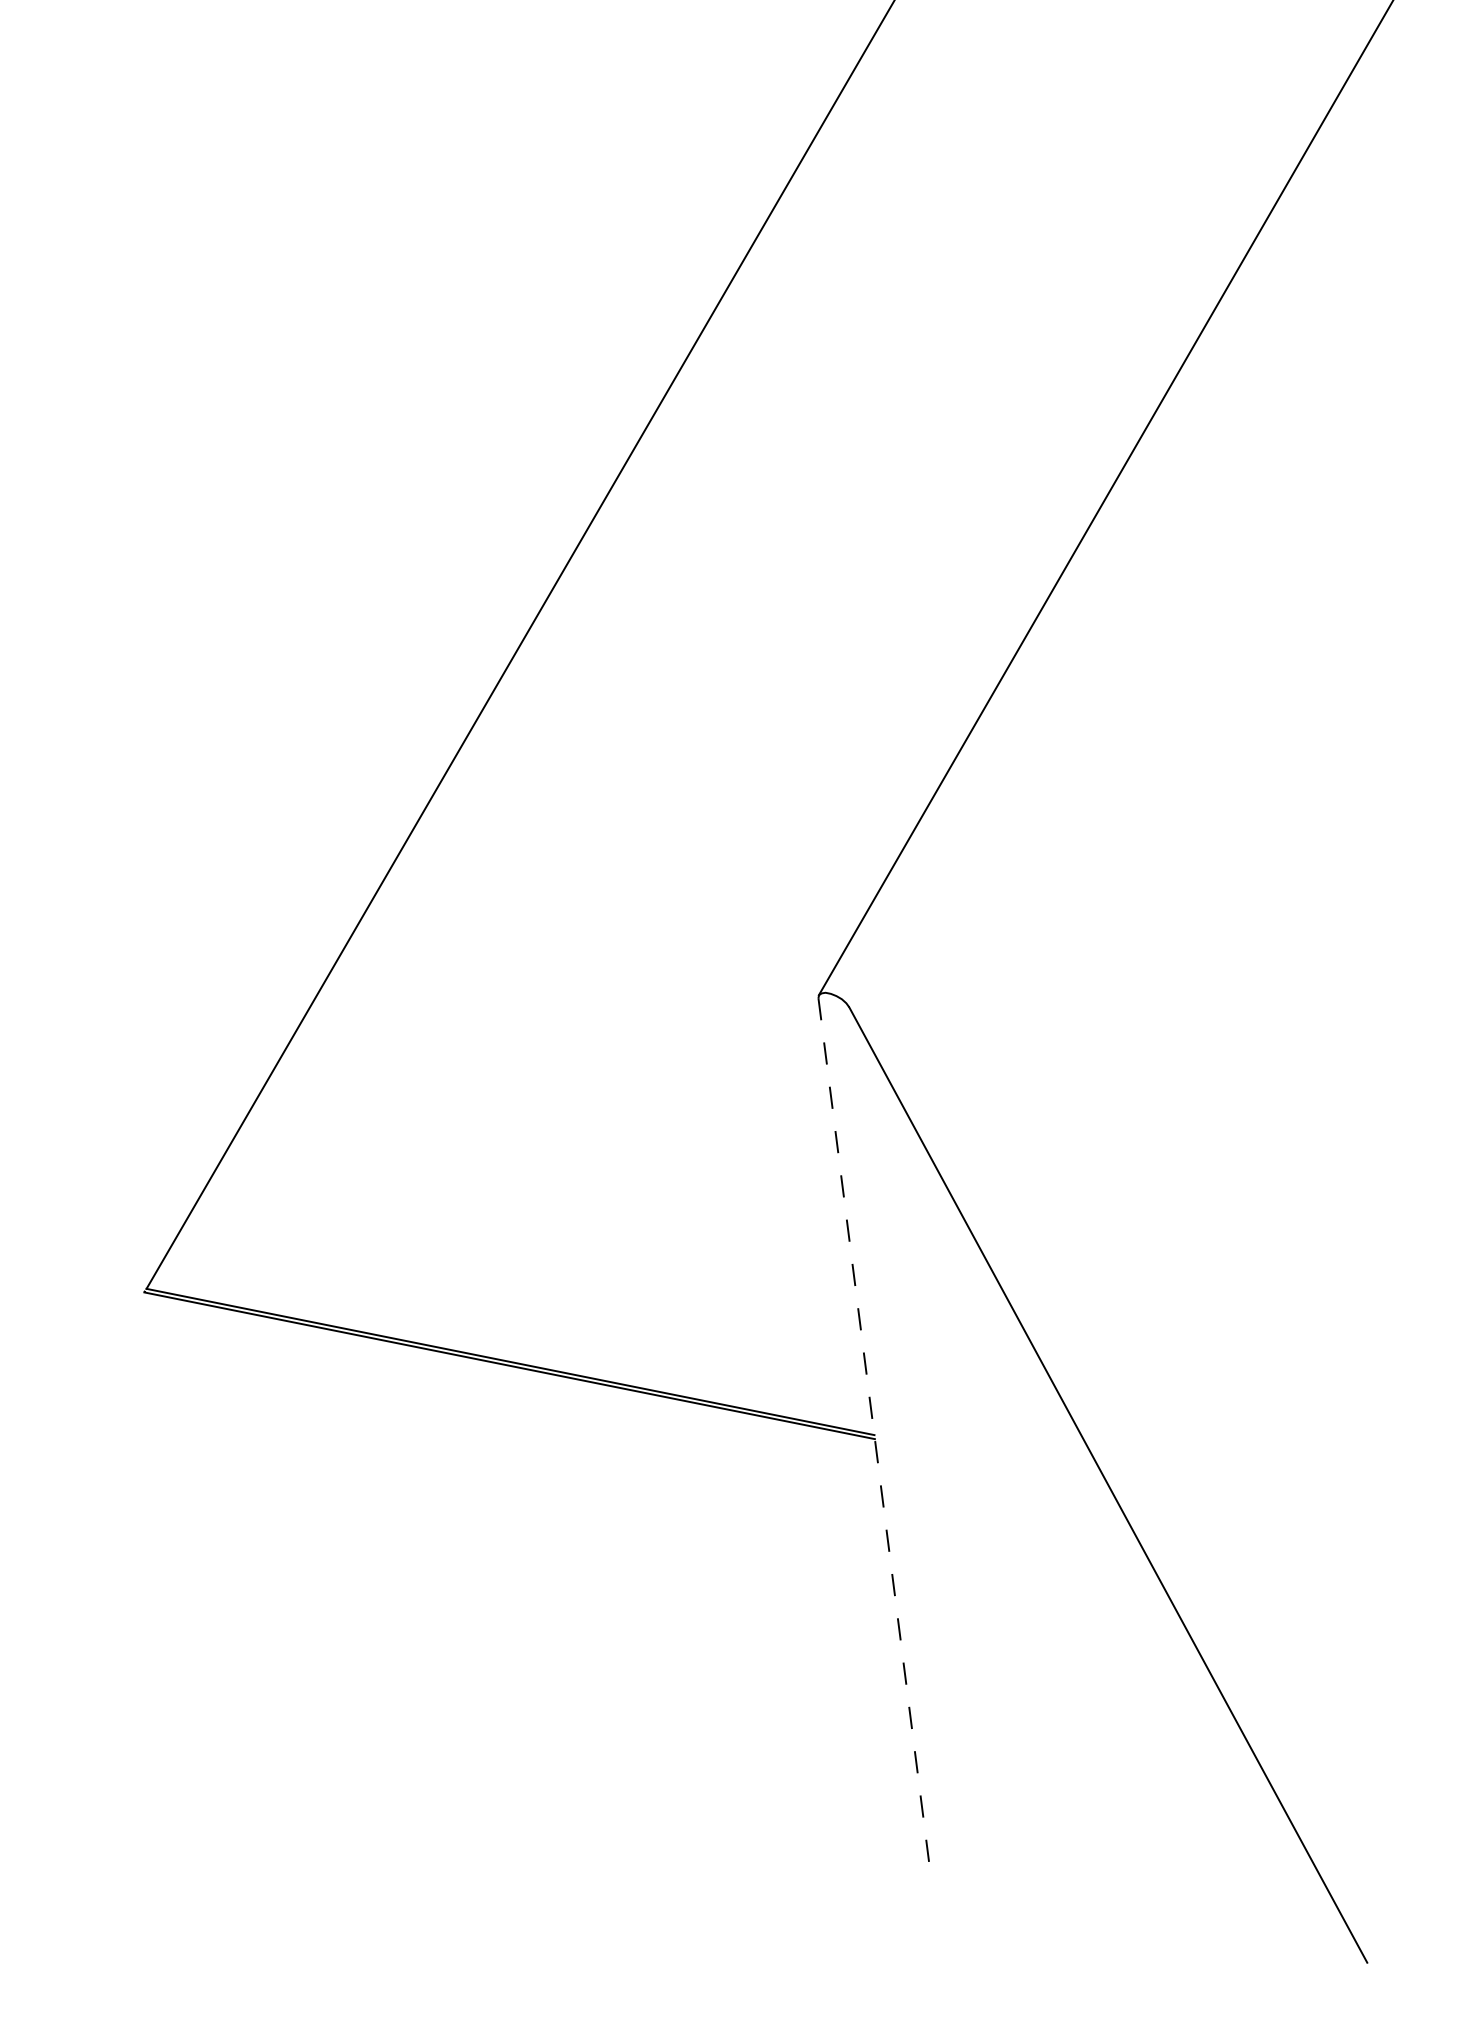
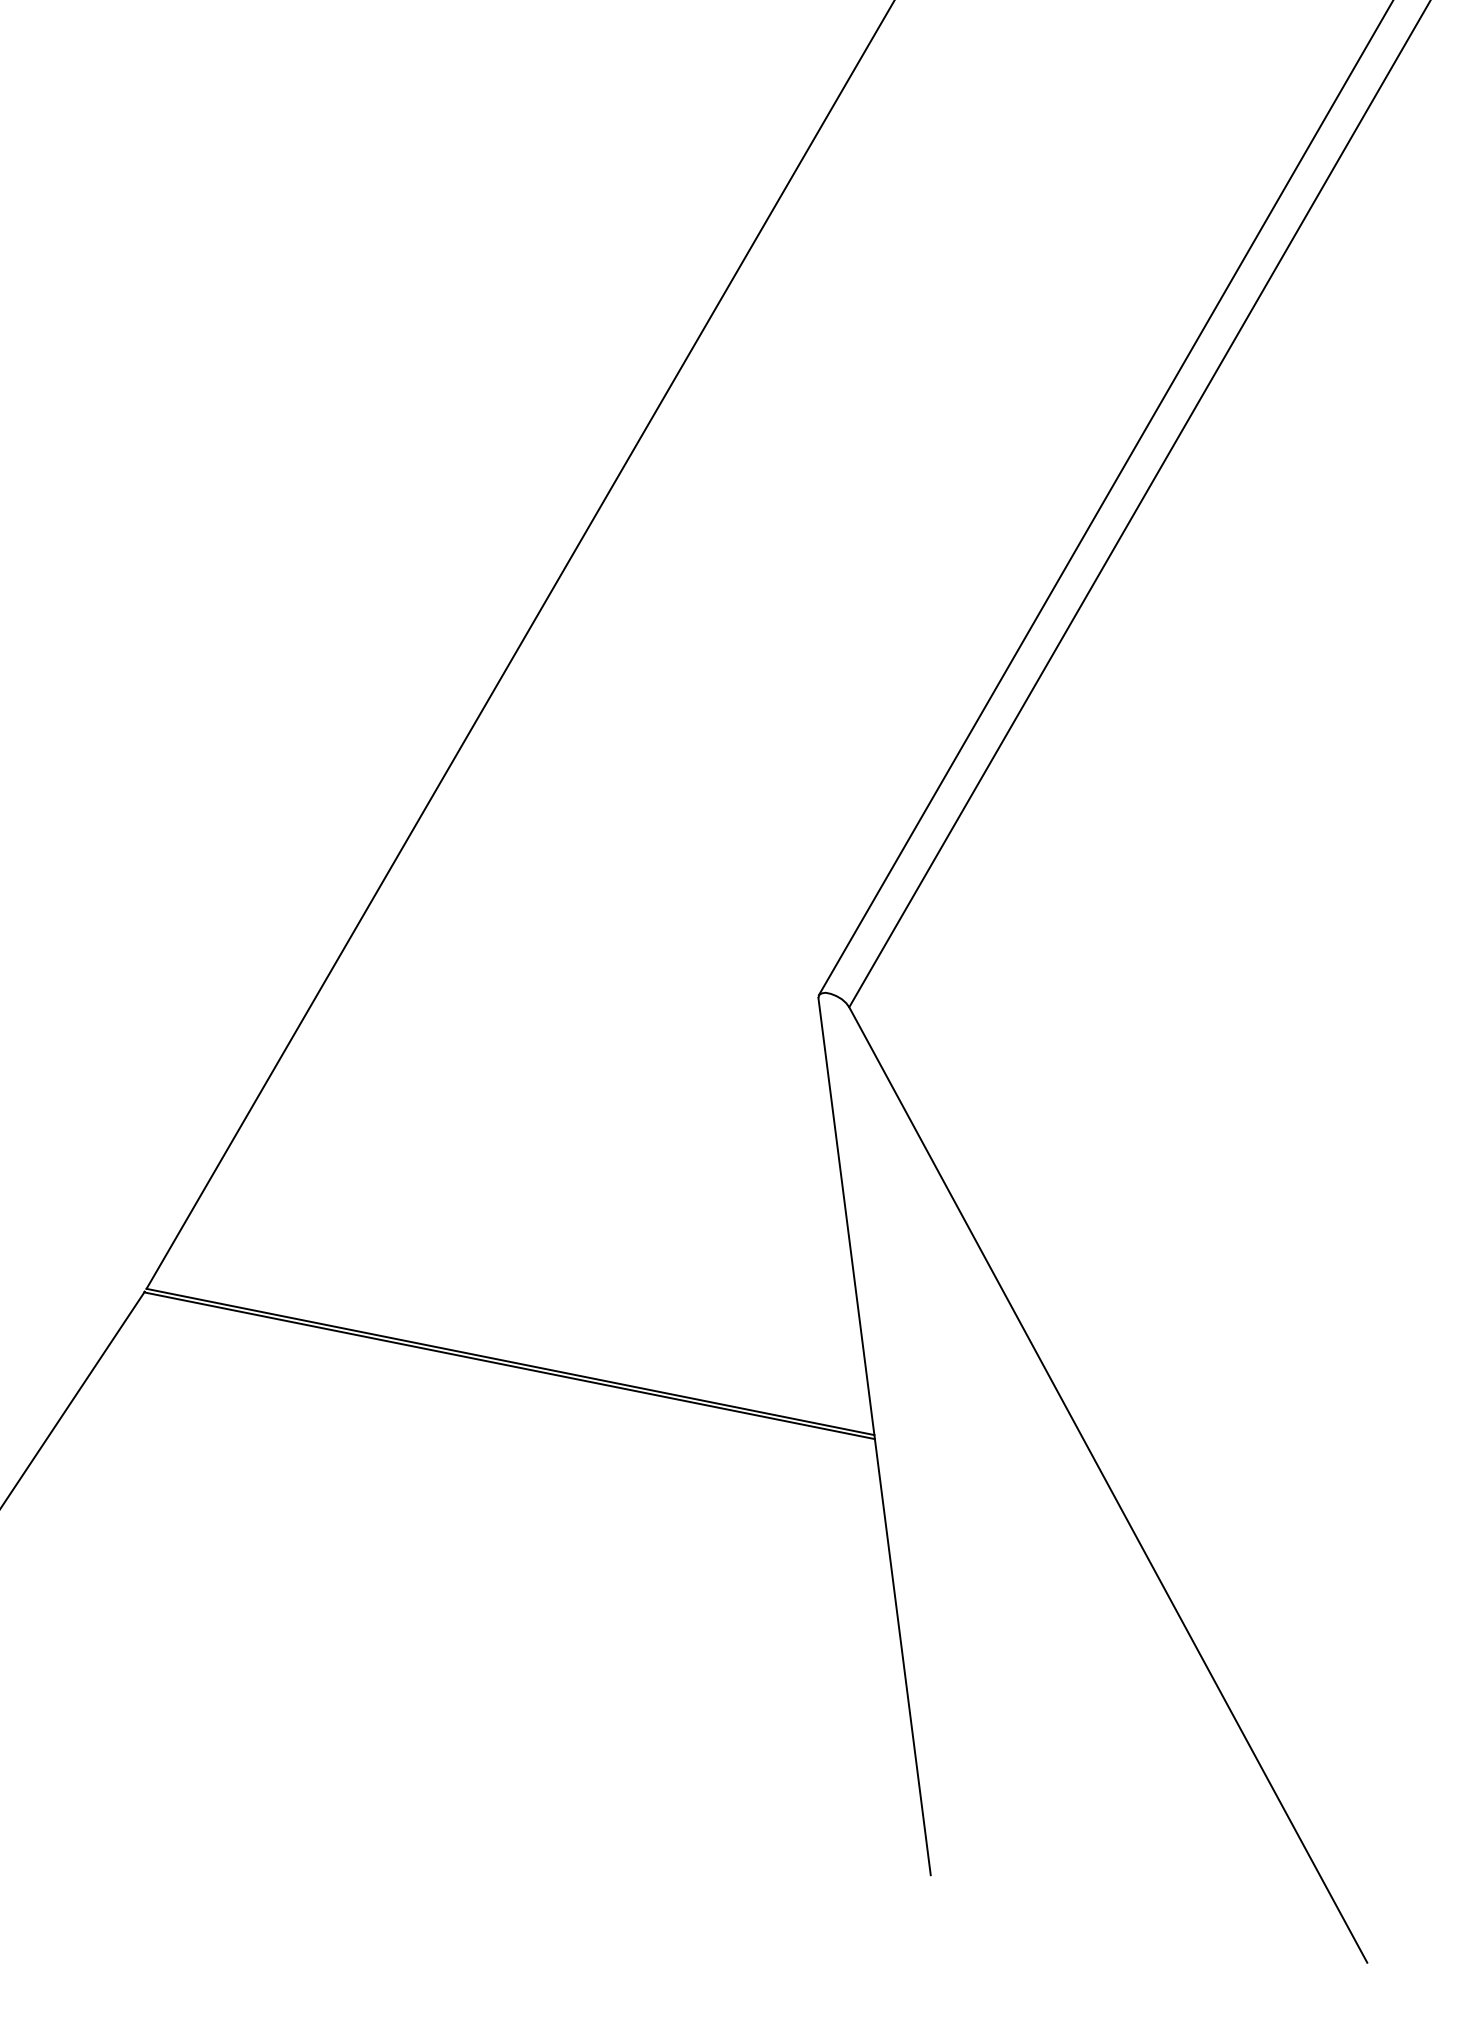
line at (1139, 504): none -> present
line at (73, 1398): none -> present
line at (874, 1437): dashed -> solid
